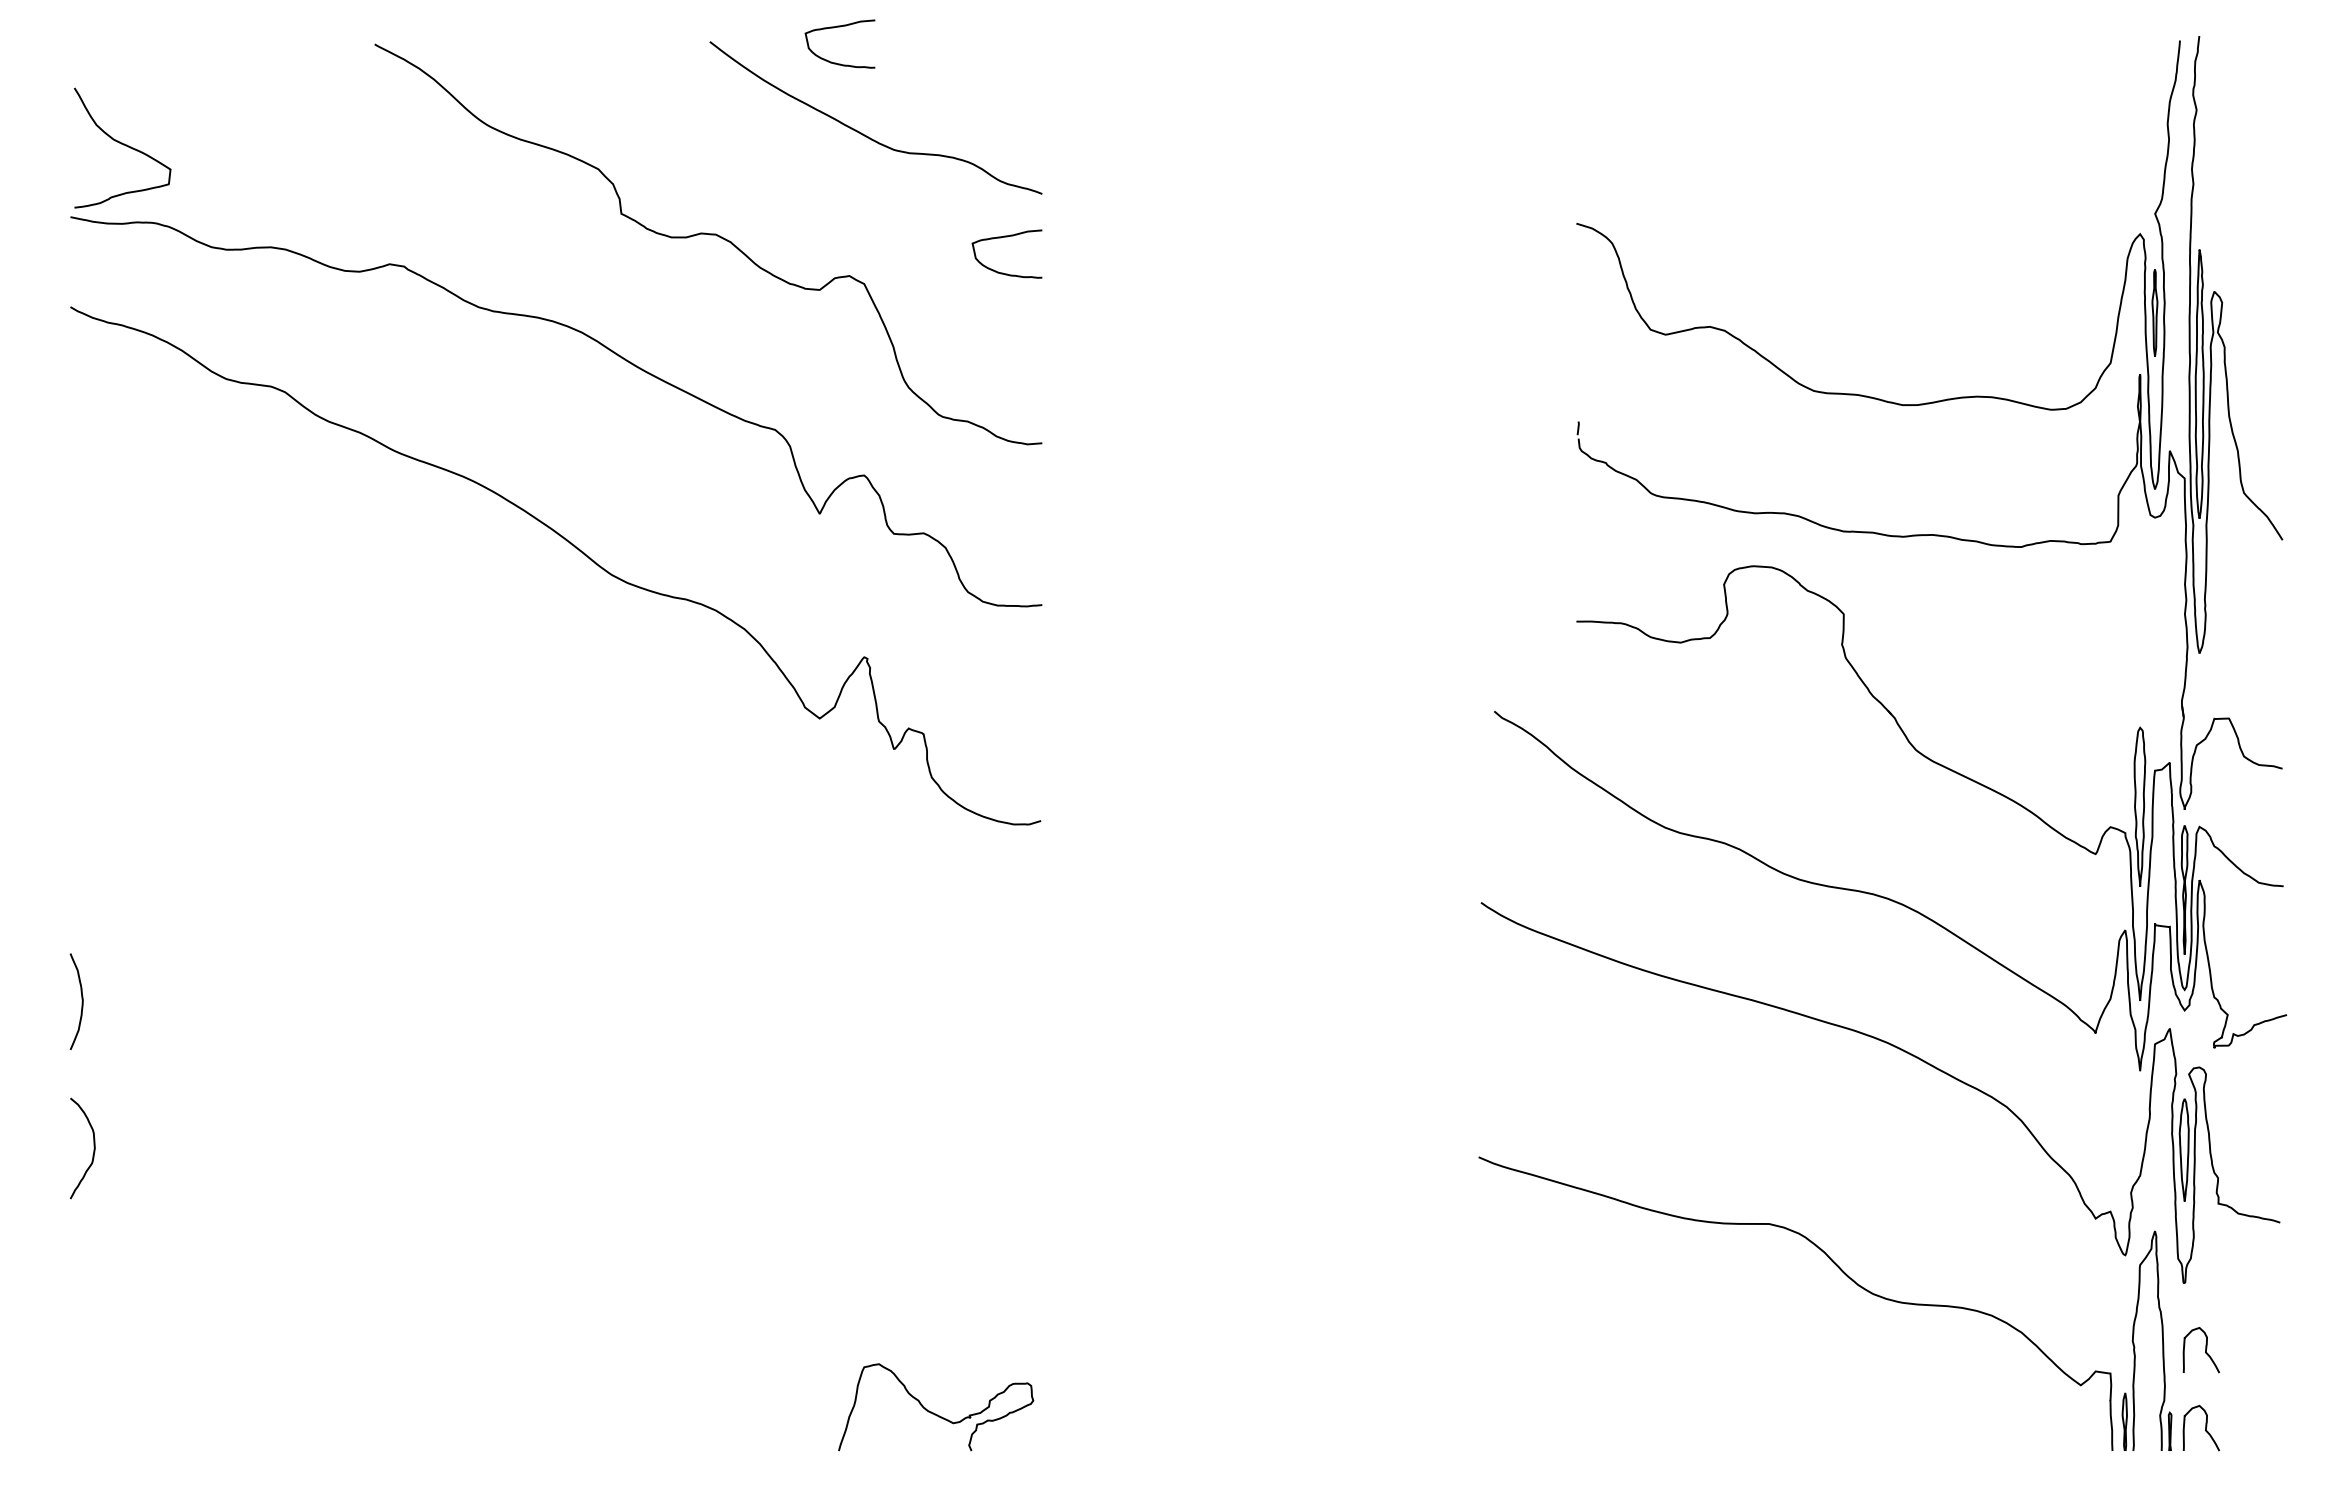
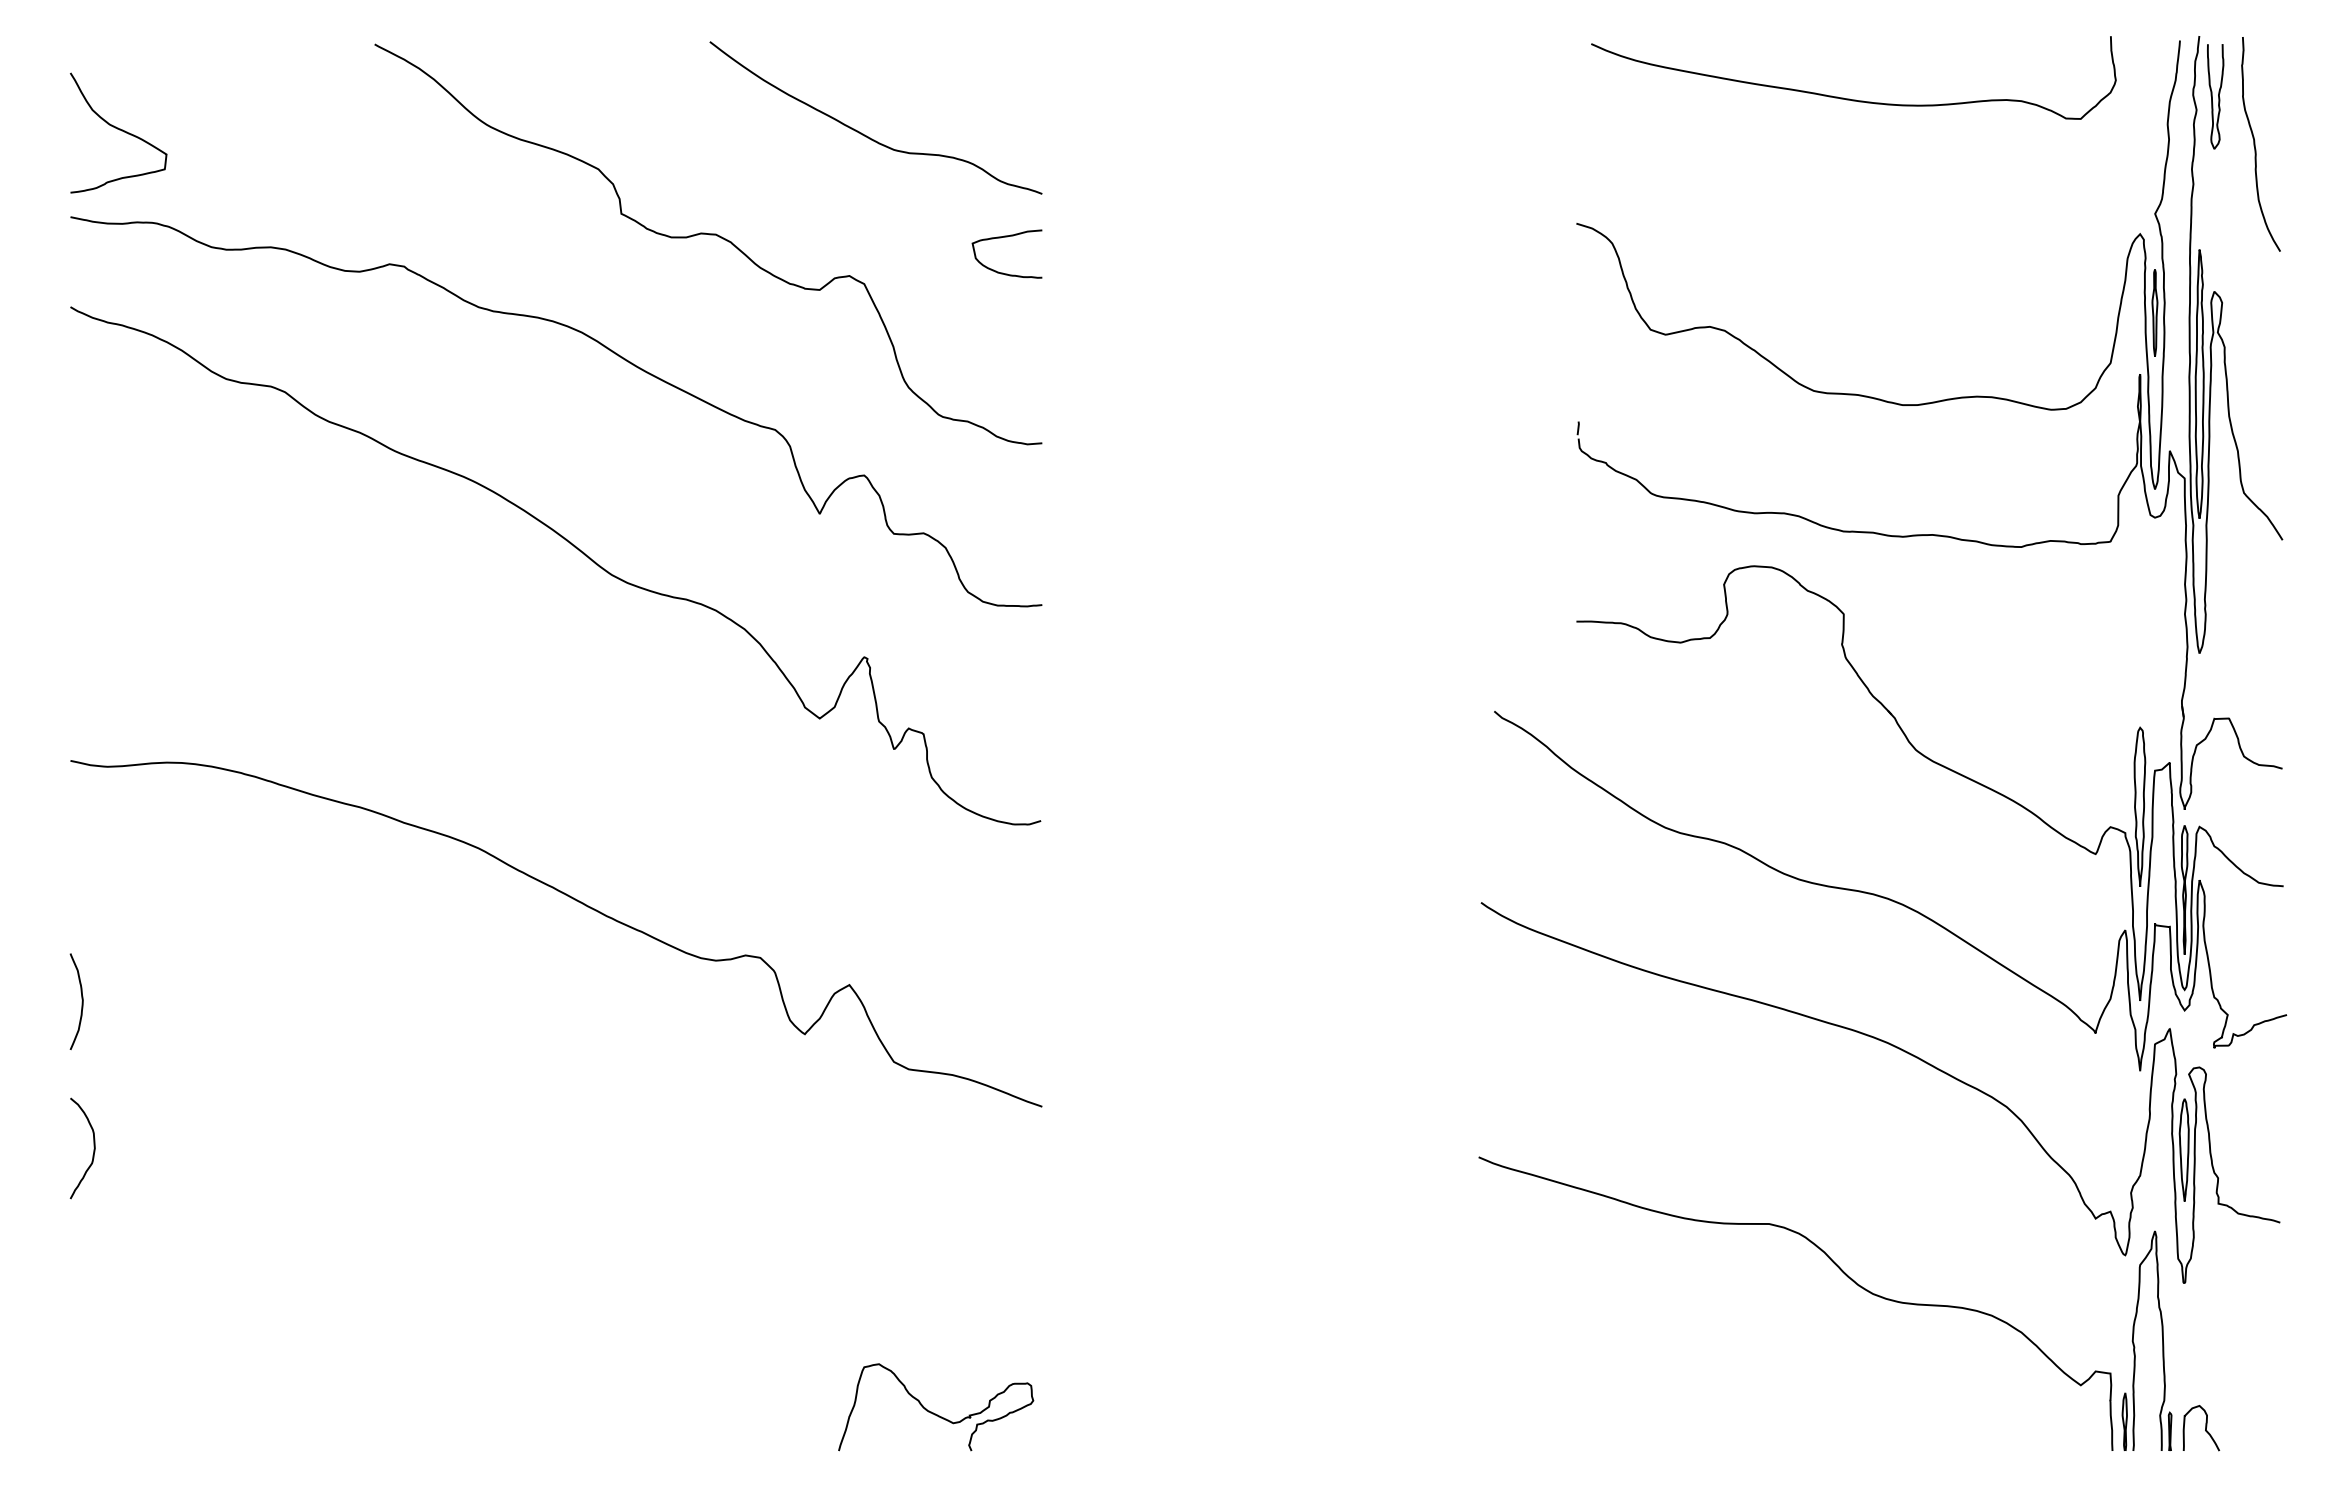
curve at (834, 28): present -> none
curve at (2212, 96): none -> present
curve at (1849, 98): none -> present
curve at (2255, 144): none -> present
curve at (123, 145) position: (123, 145) -> (119, 130)
curve at (572, 899): none -> present
curve at (2205, 1350): present -> none
